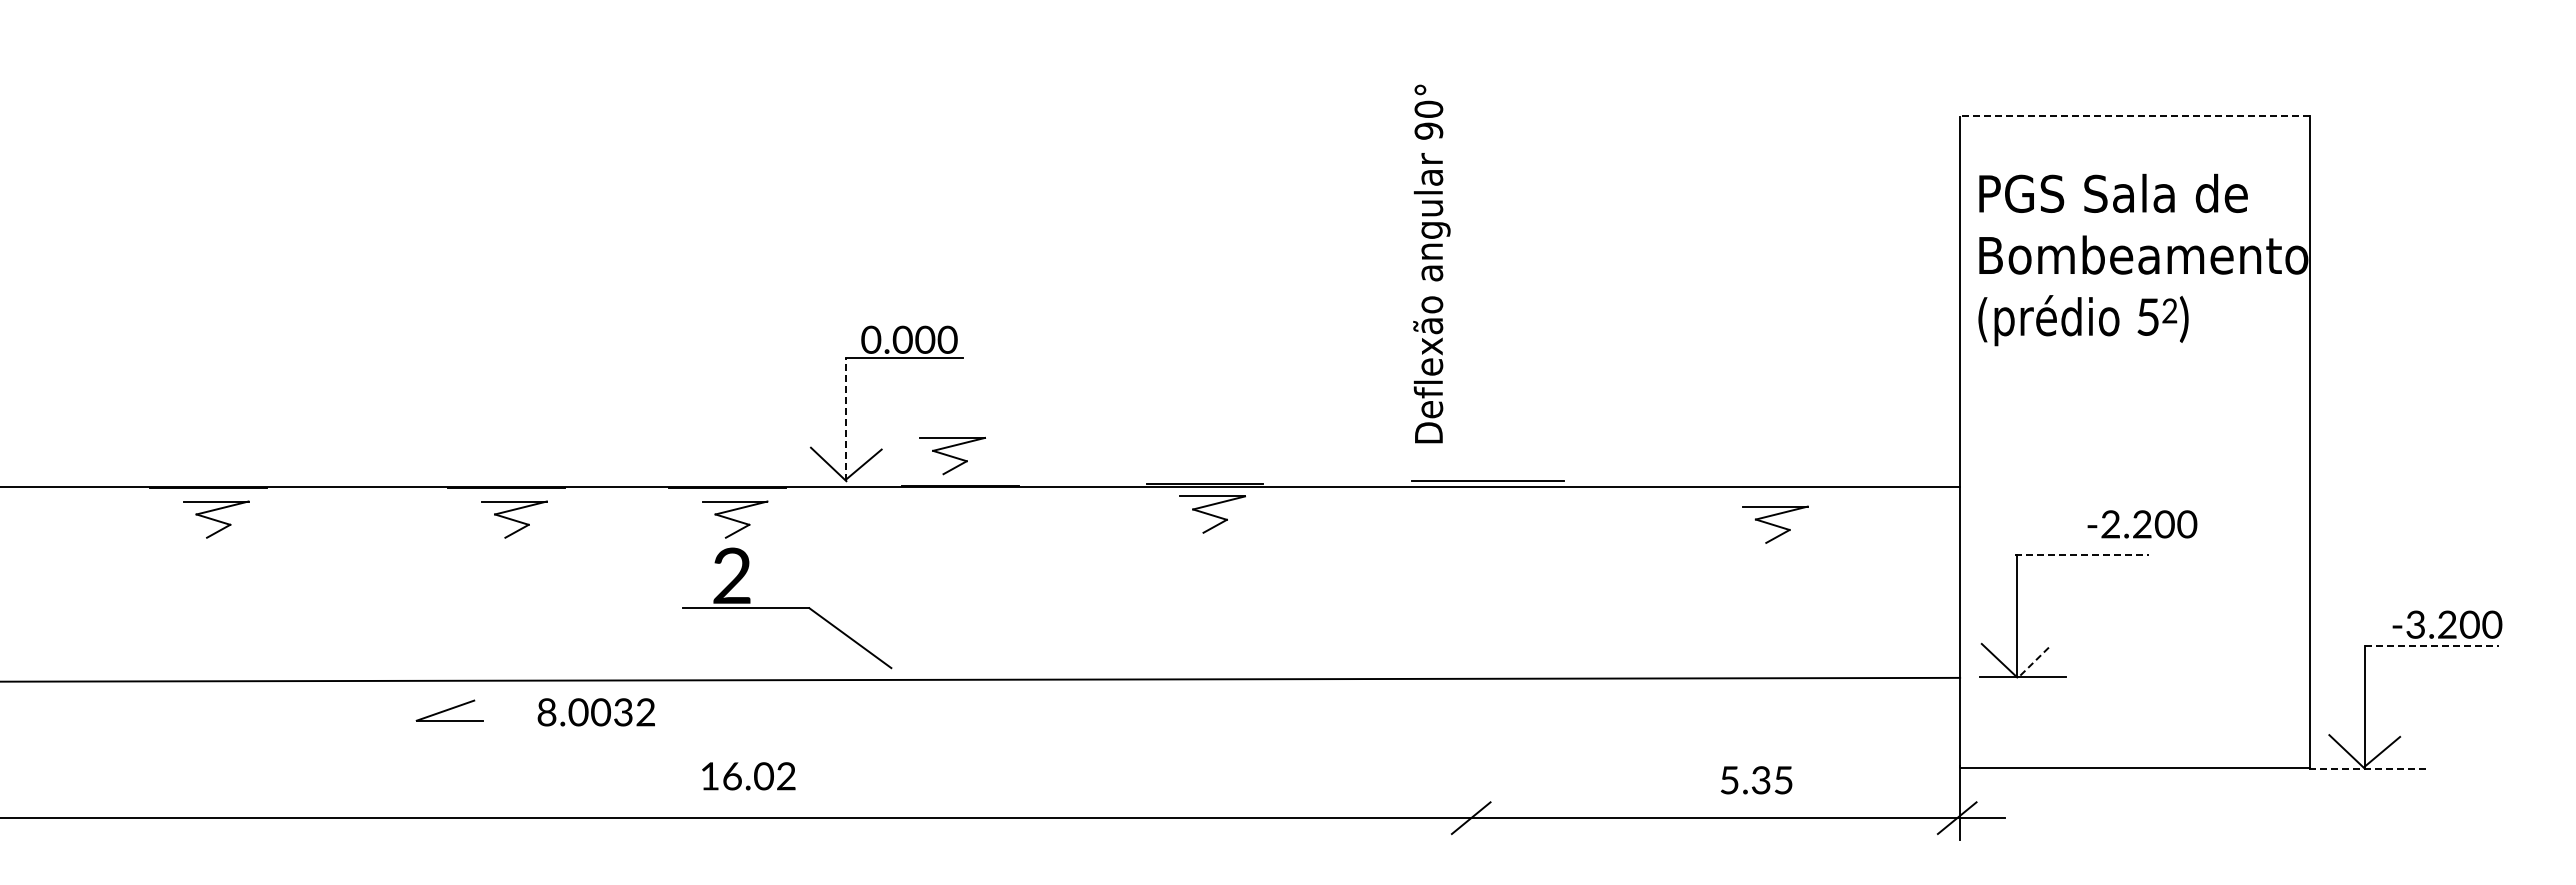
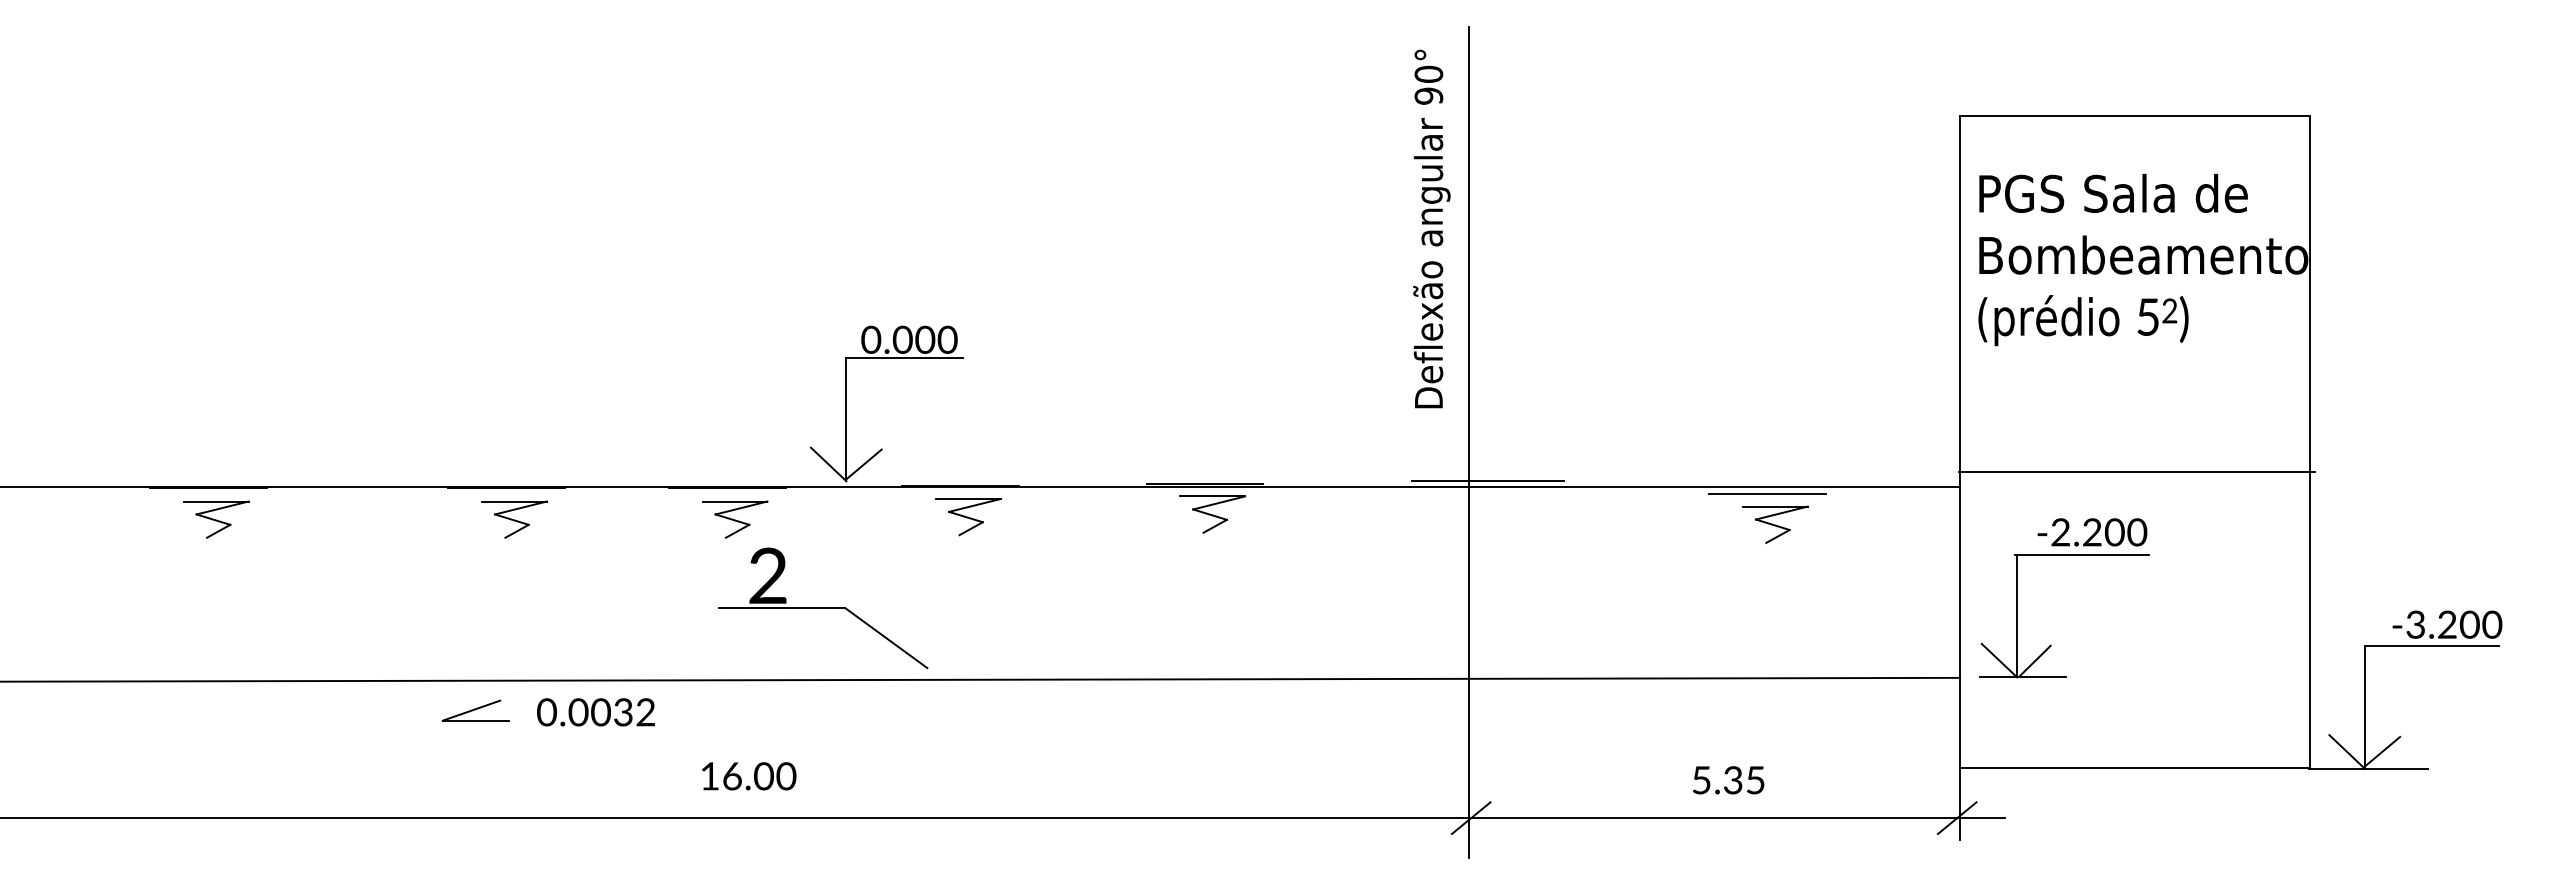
line at (2134, 115): dashed -> solid
text at (1431, 263) position: (1431, 263) -> (1431, 228)
line at (846, 419): dashed -> solid
line at (1468, 442): none -> present
part at (952, 456) position: (952, 456) -> (968, 517)
line at (2136, 471): none -> present
line at (1767, 493): none -> present
text at (2142, 524) position: (2142, 524) -> (2092, 532)
line at (2082, 554): dashed -> solid
part at (787, 608) position: (787, 608) -> (823, 608)
line at (2432, 645): dashed -> solid
line at (2035, 660): dashed -> solid
part at (449, 710) position: (449, 710) -> (475, 710)
text at (546, 712): 8.0032 -> 0.0032
line at (2369, 768): dashed -> solid
text at (786, 776): 16.02 -> 16.00
text at (1756, 780) position: (1756, 780) -> (1728, 780)
